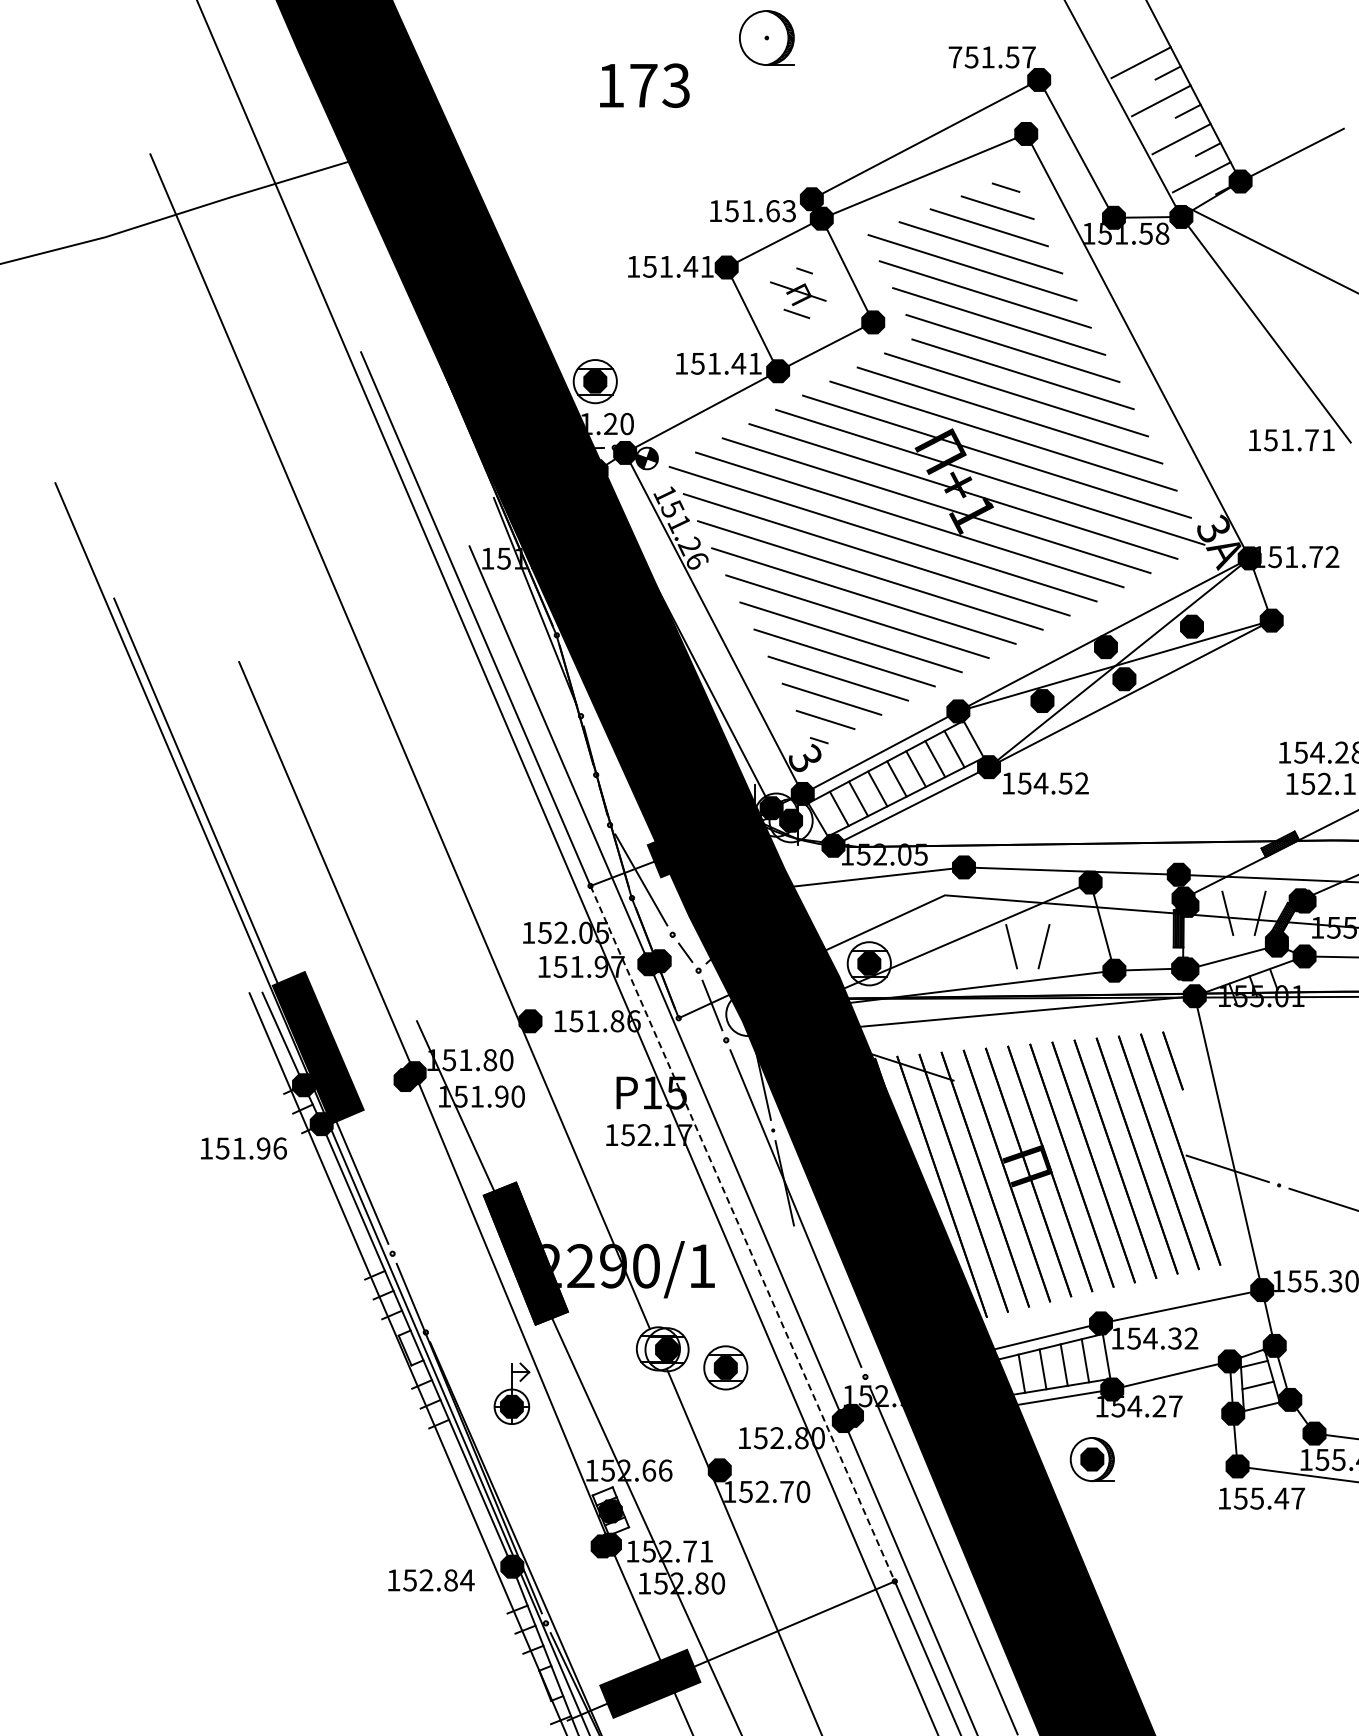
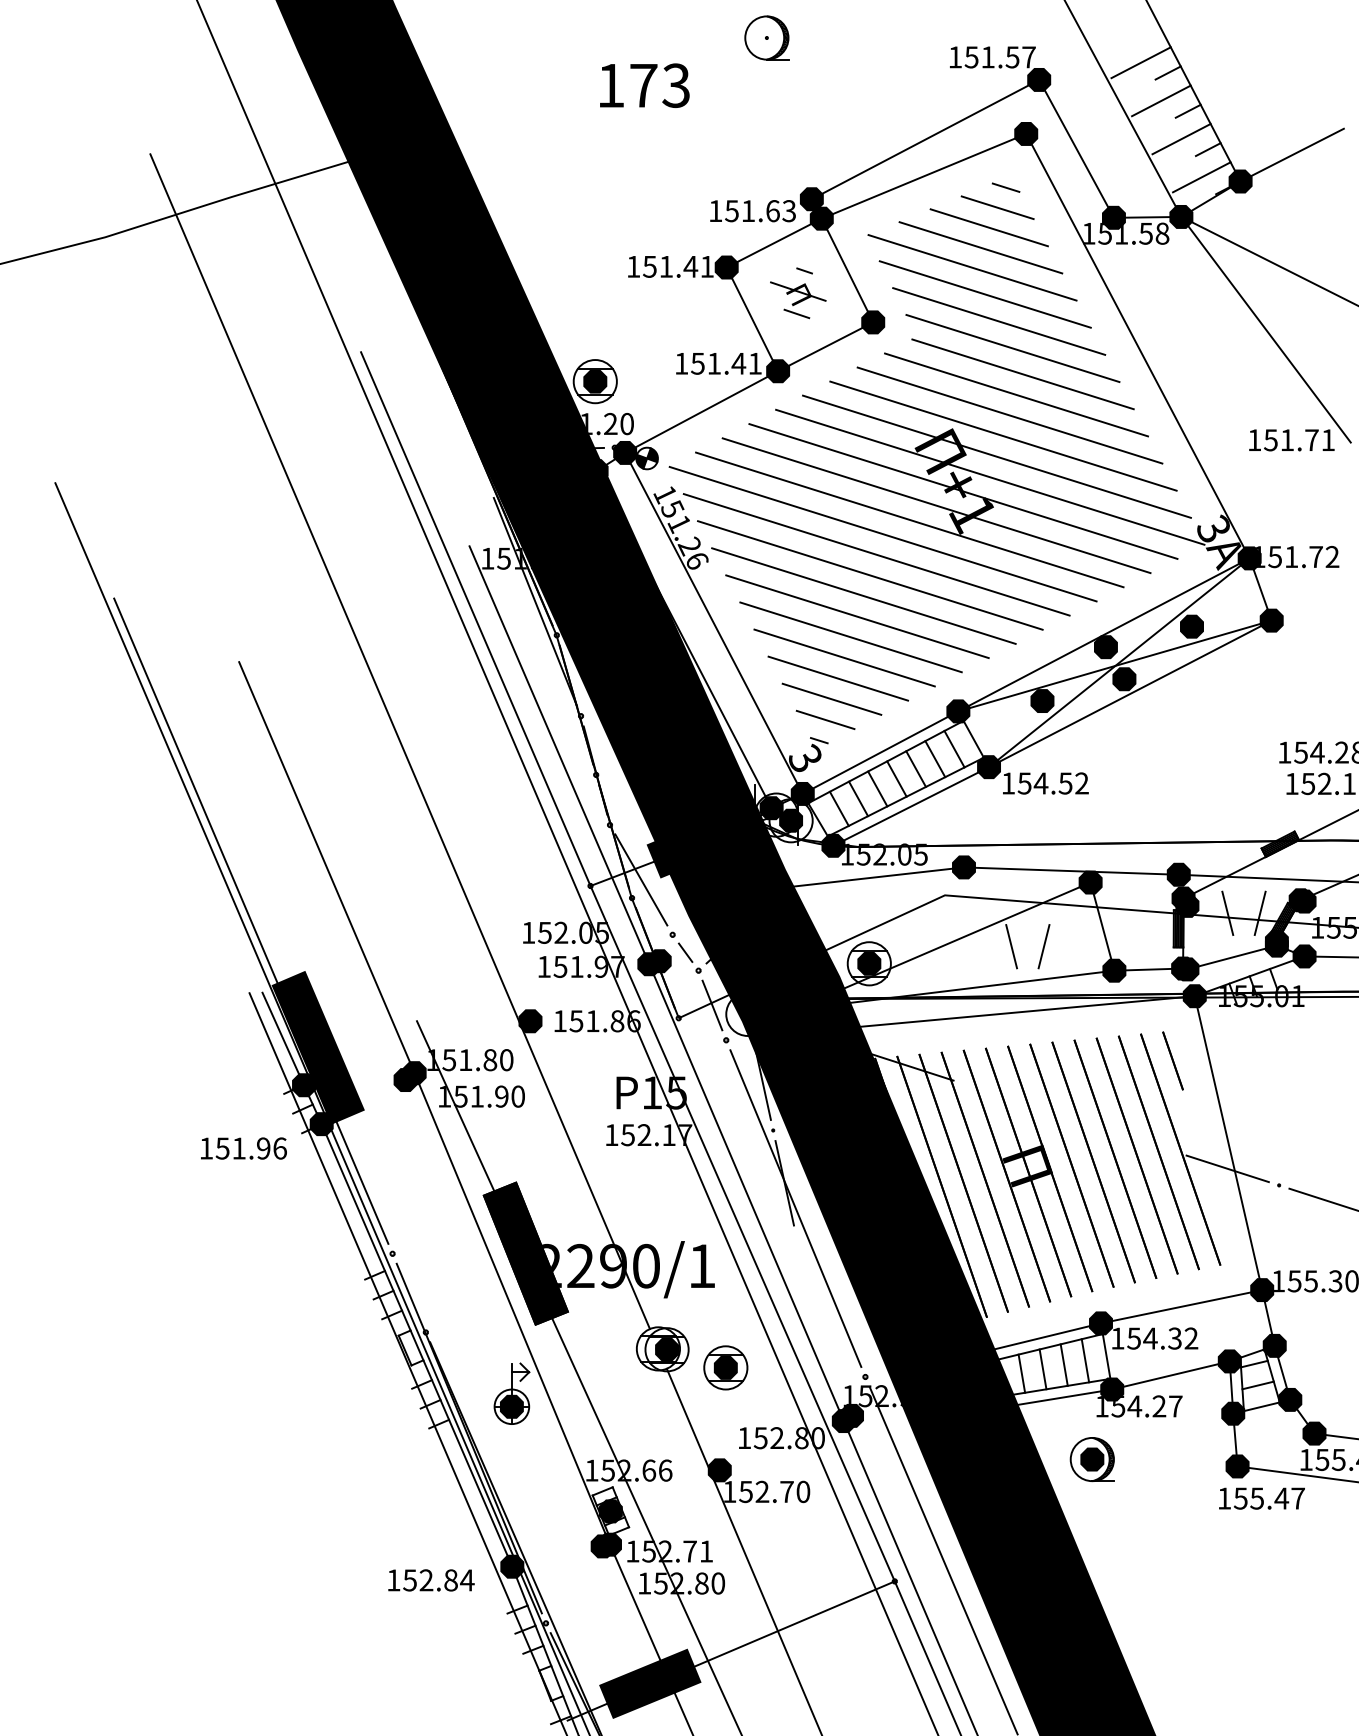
part at (766, 37) size: 56x56 px -> 46x46 px
text at (955, 57): 751.57 -> 151.57
line at (1270, 249) position: (1270, 249) -> (1268, 260)
line at (742, 1233): dashed -> solid
